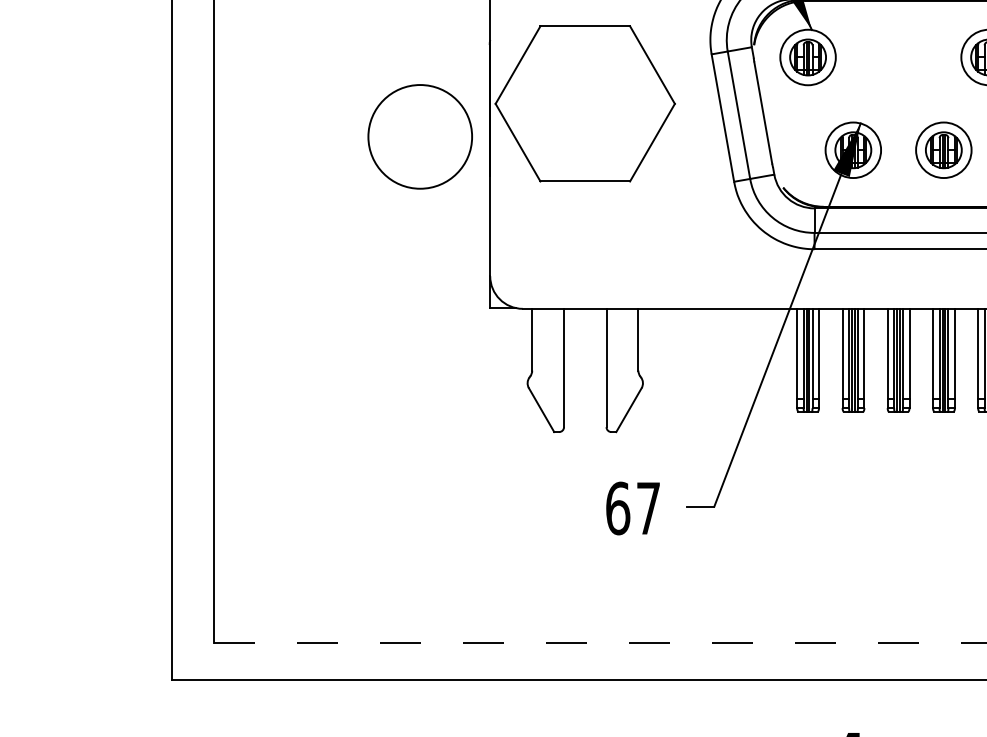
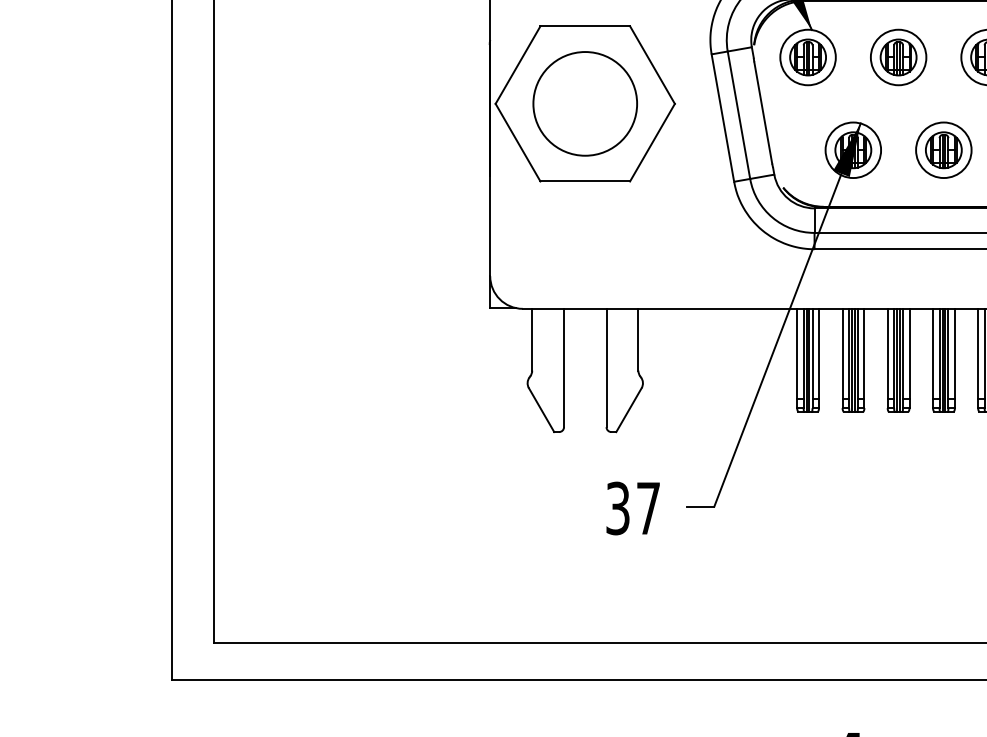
part at (898, 57): none -> present
circle at (419, 136) position: (419, 136) -> (584, 103)
text at (618, 508): 67 -> 37
line at (600, 643): dashed -> solid
